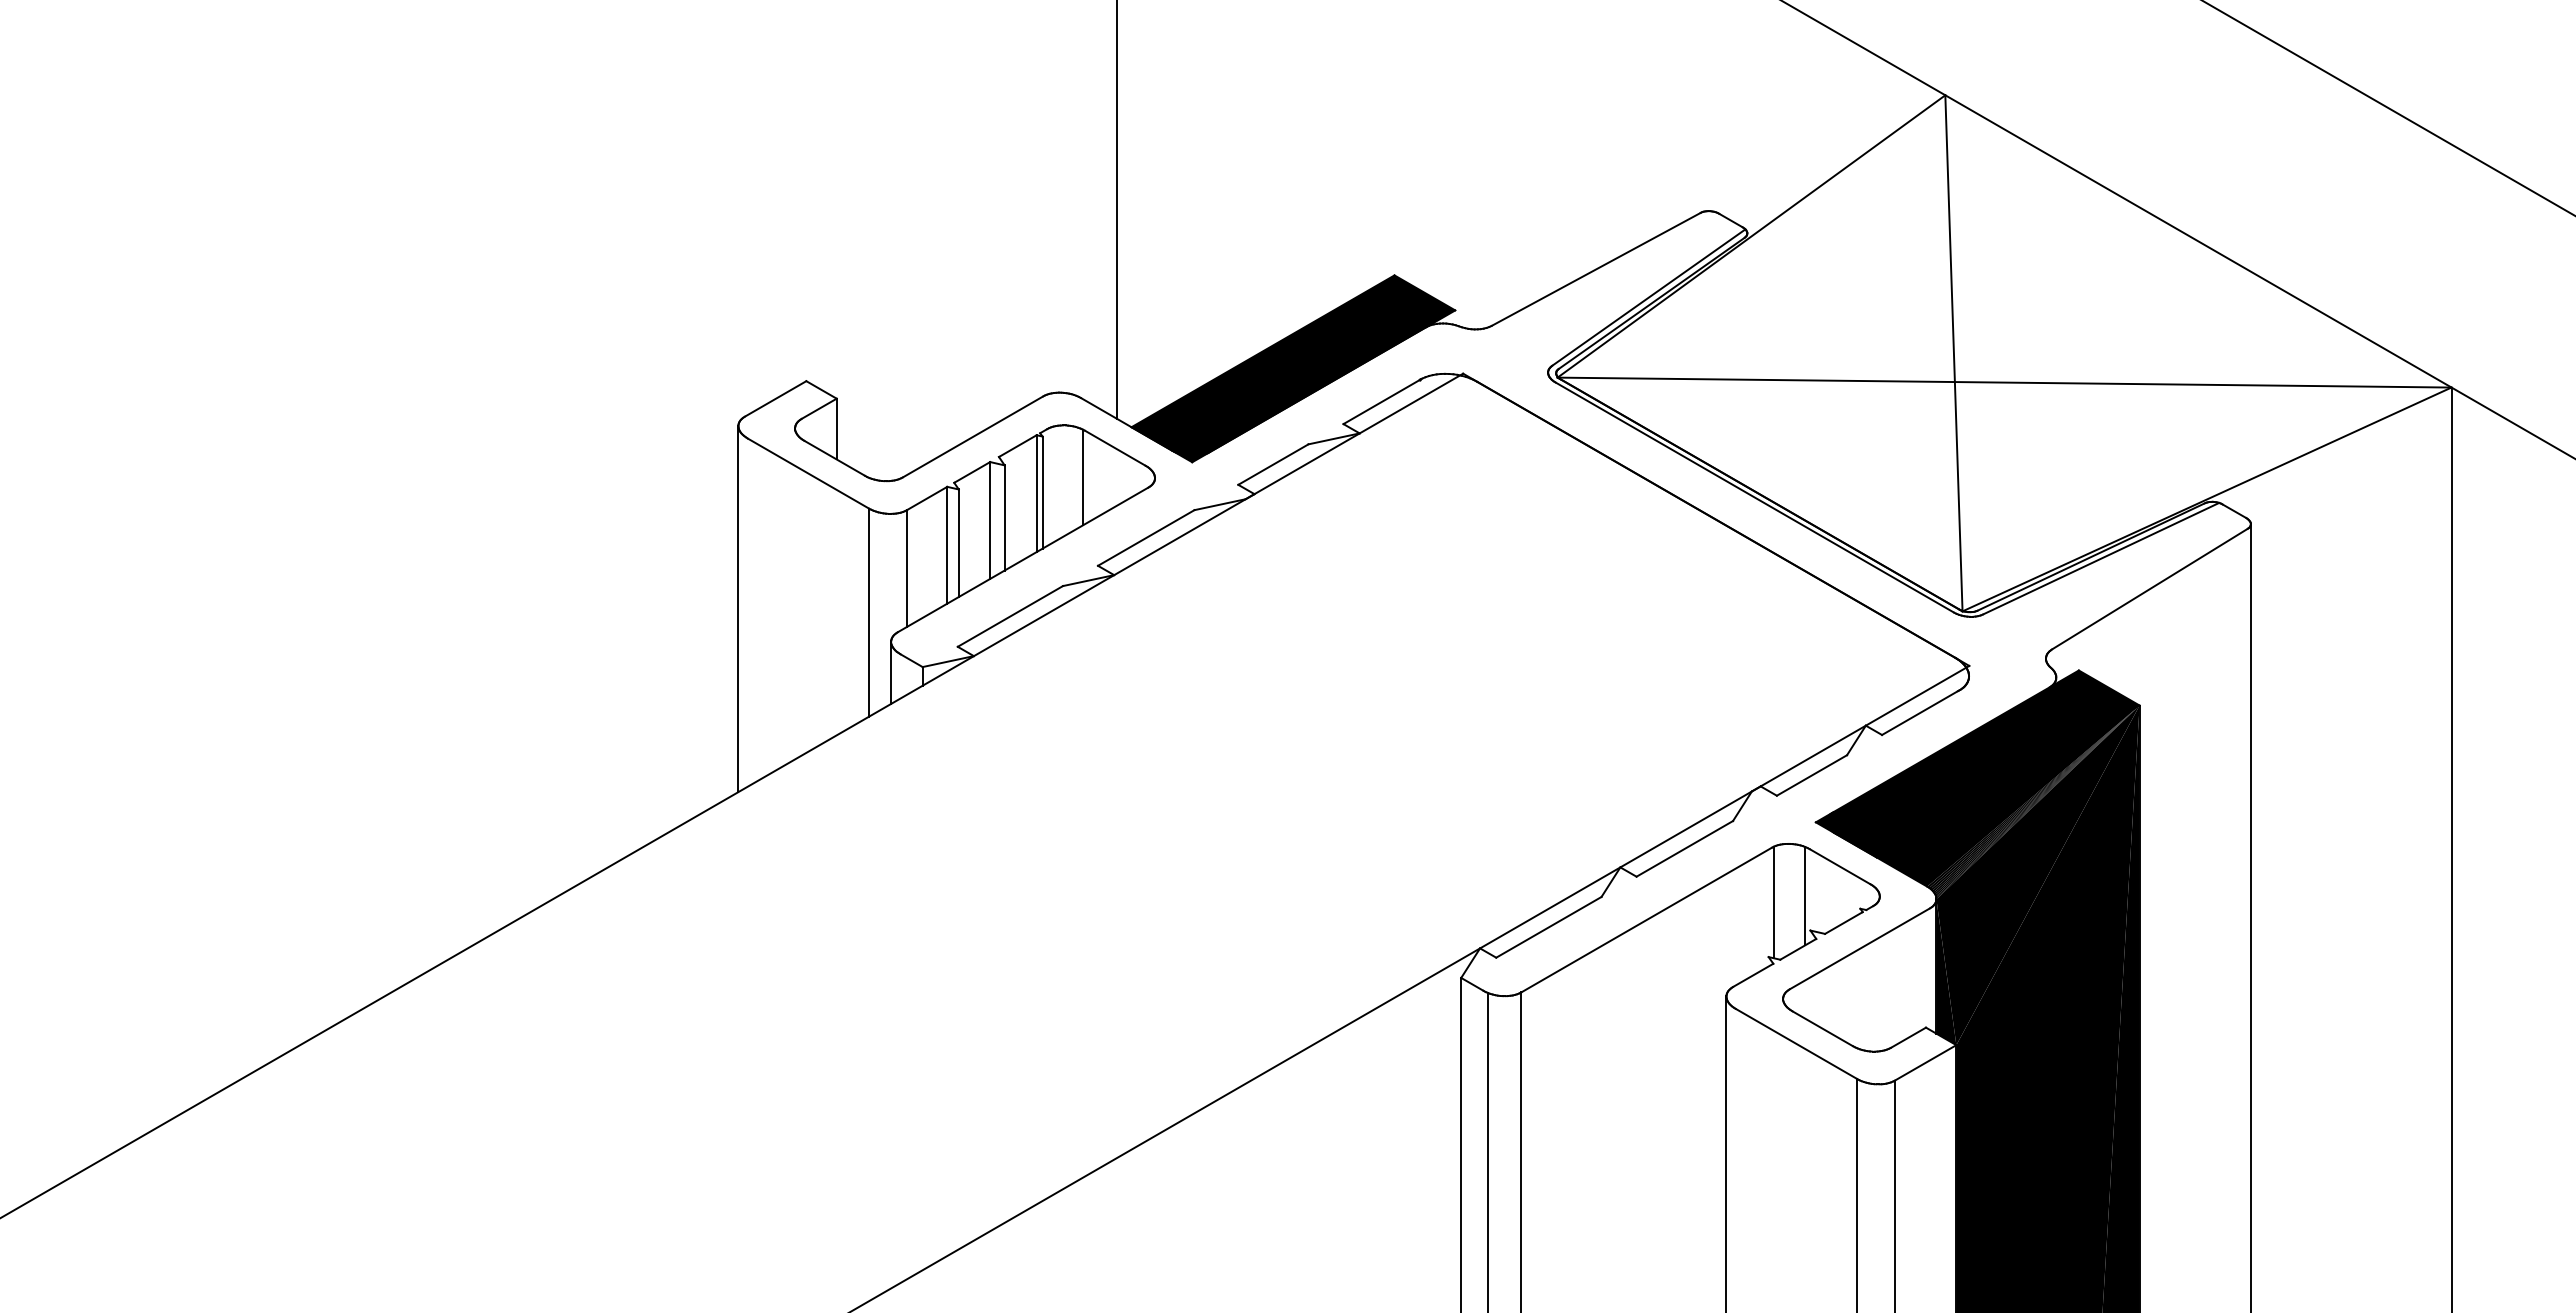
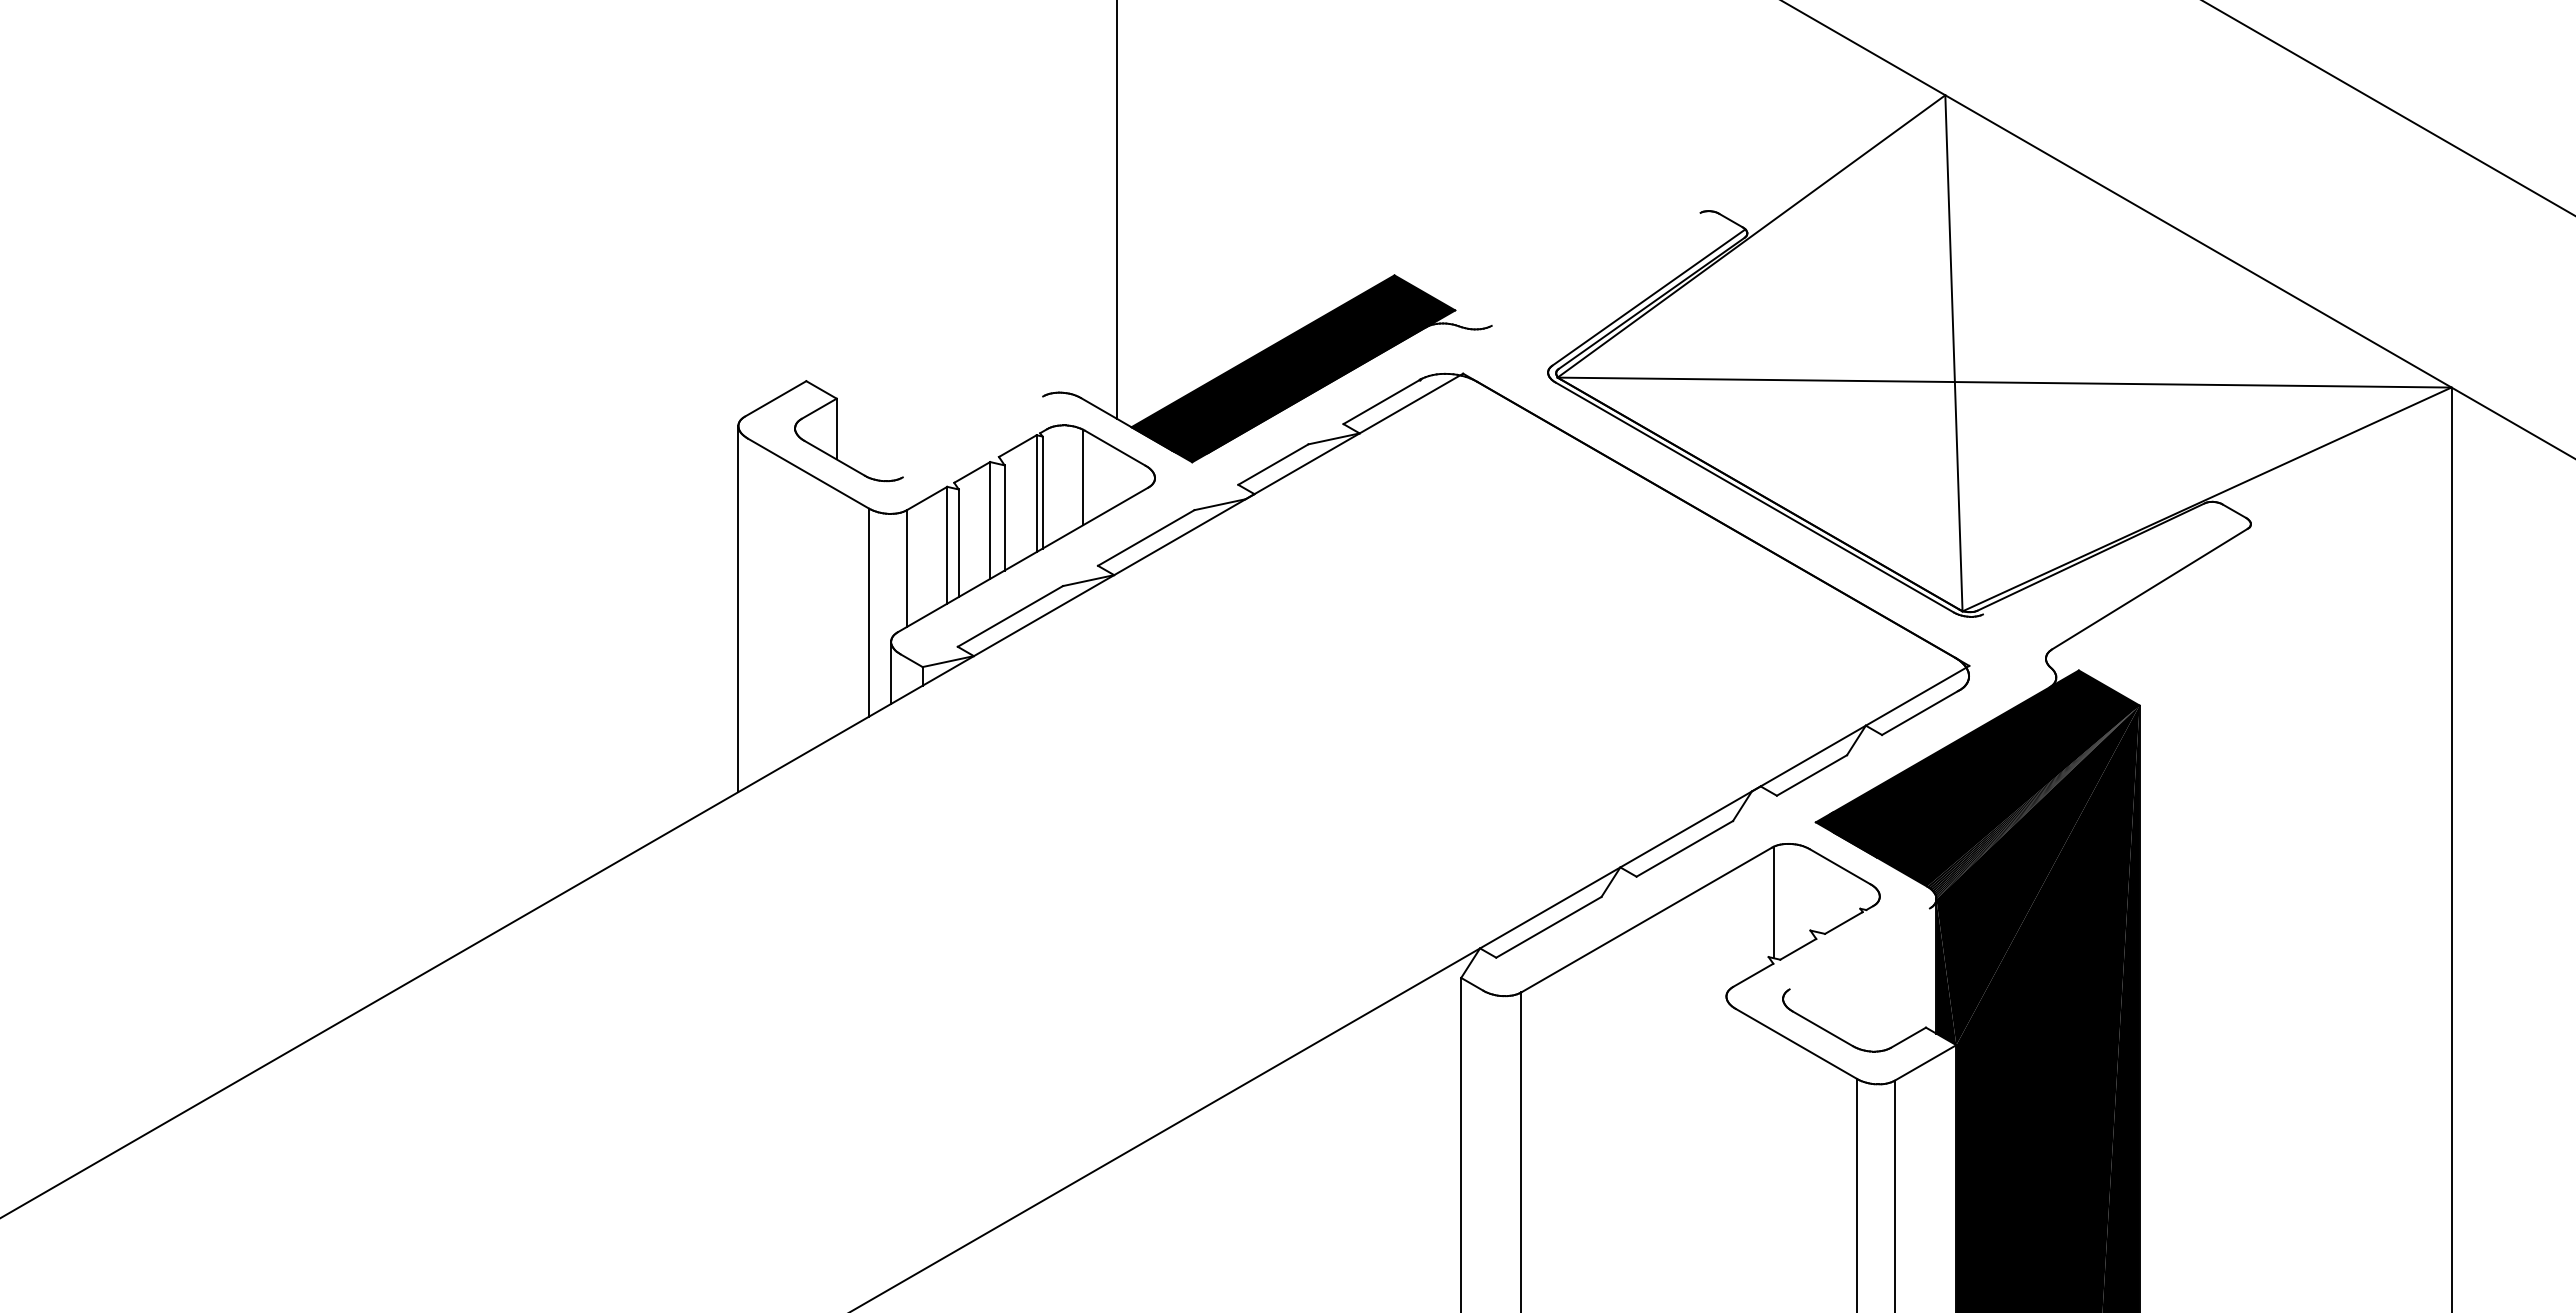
line at (1595, 268): present -> none
line at (972, 436): present -> none
line at (2100, 558): present -> none
line at (1805, 896): present -> none
line at (2250, 916): present -> none
line at (1859, 948): present -> none
line at (1487, 1150): present -> none
line at (1726, 1152): present -> none
